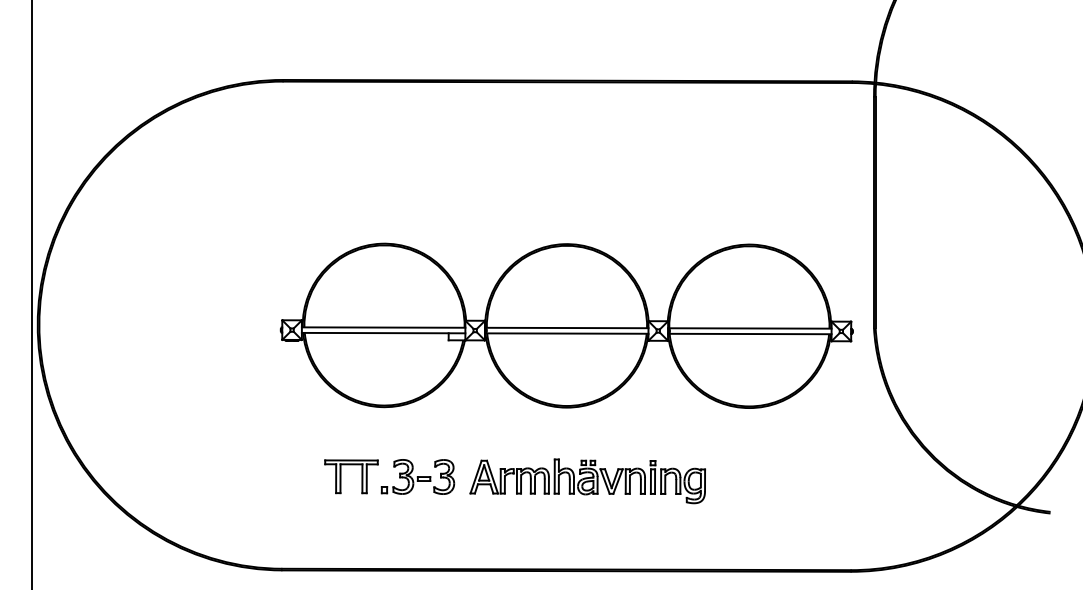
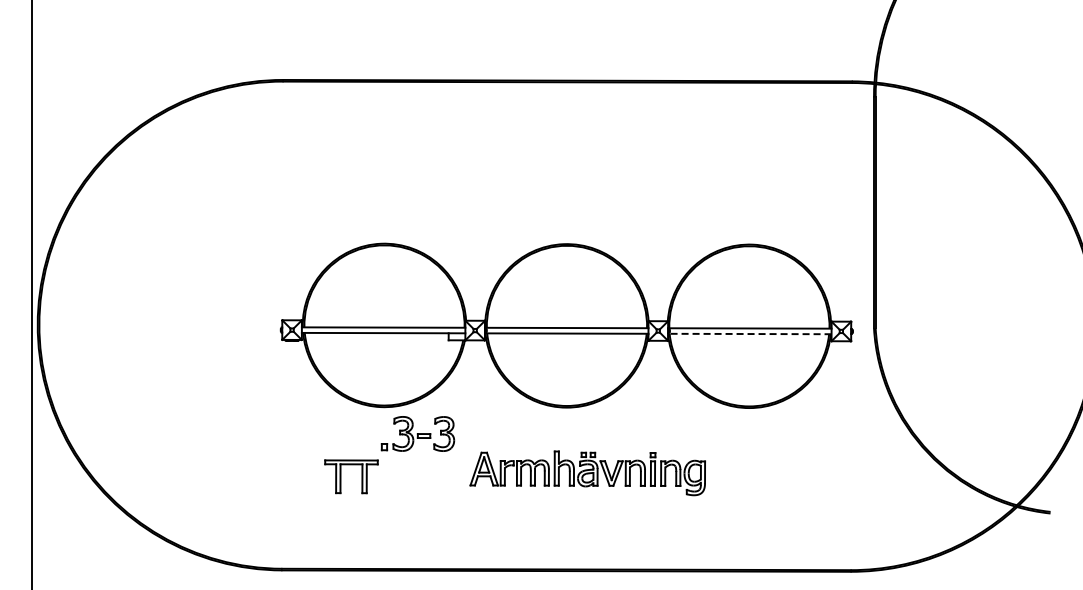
line at (749, 334): solid -> dashed
part at (417, 476) position: (417, 476) -> (417, 433)
part at (587, 481) position: (587, 481) -> (587, 473)
